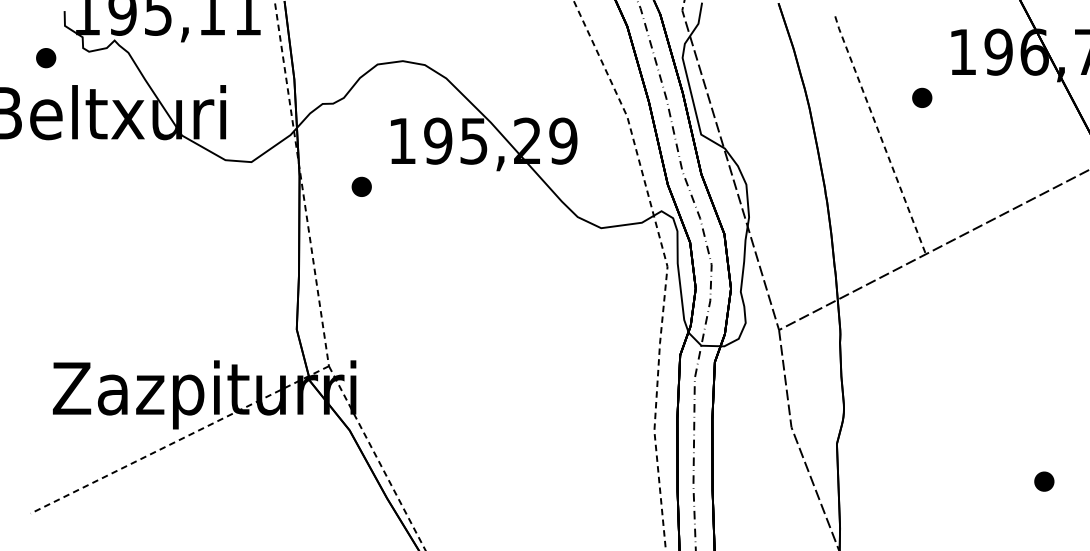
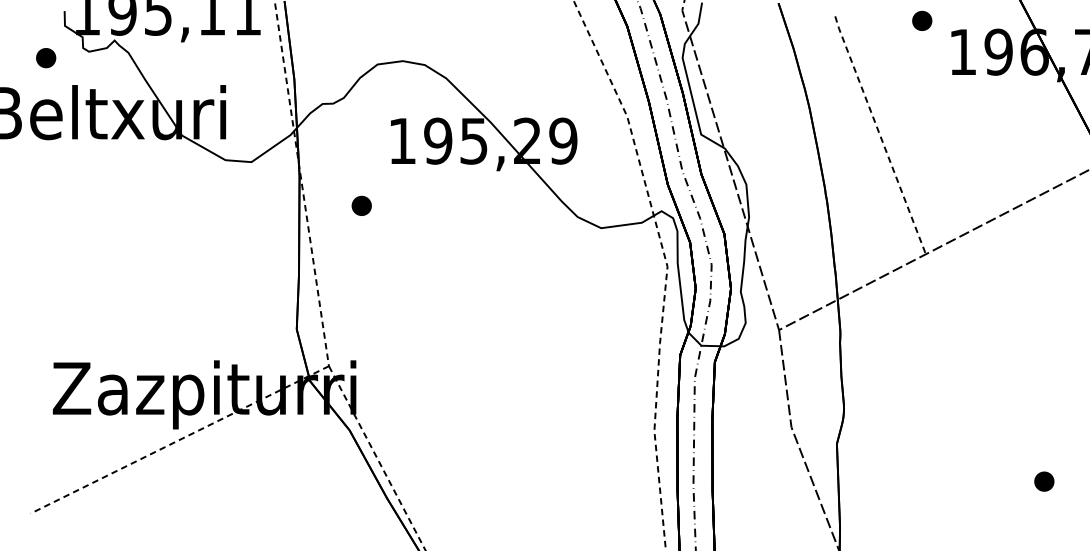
part at (922, 97) position: (922, 97) -> (922, 20)
part at (361, 186) position: (361, 186) -> (361, 205)
